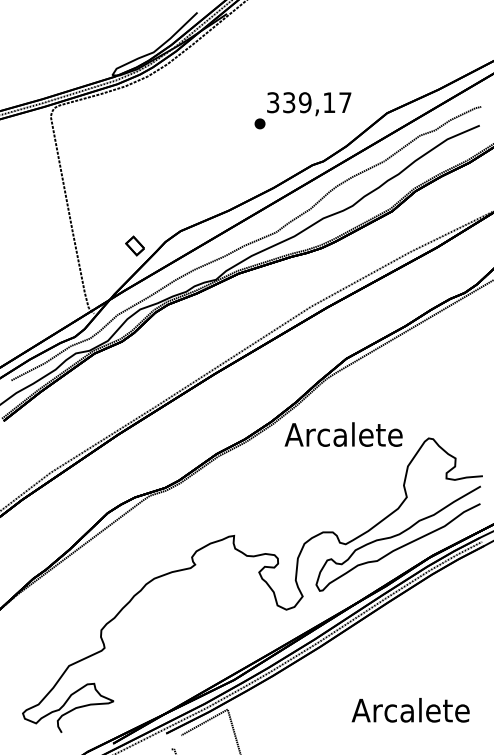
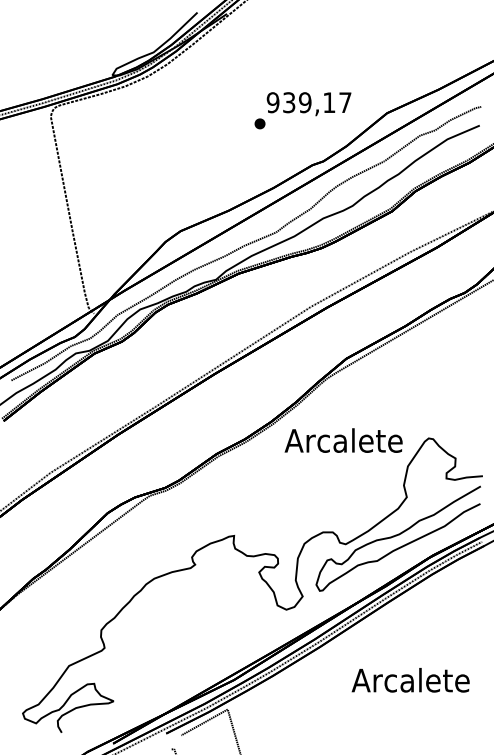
text at (272, 102): 339,17 -> 939,17
part at (134, 245): present -> none
text at (343, 434) position: (343, 434) -> (343, 440)
text at (410, 710) position: (410, 710) -> (410, 680)
